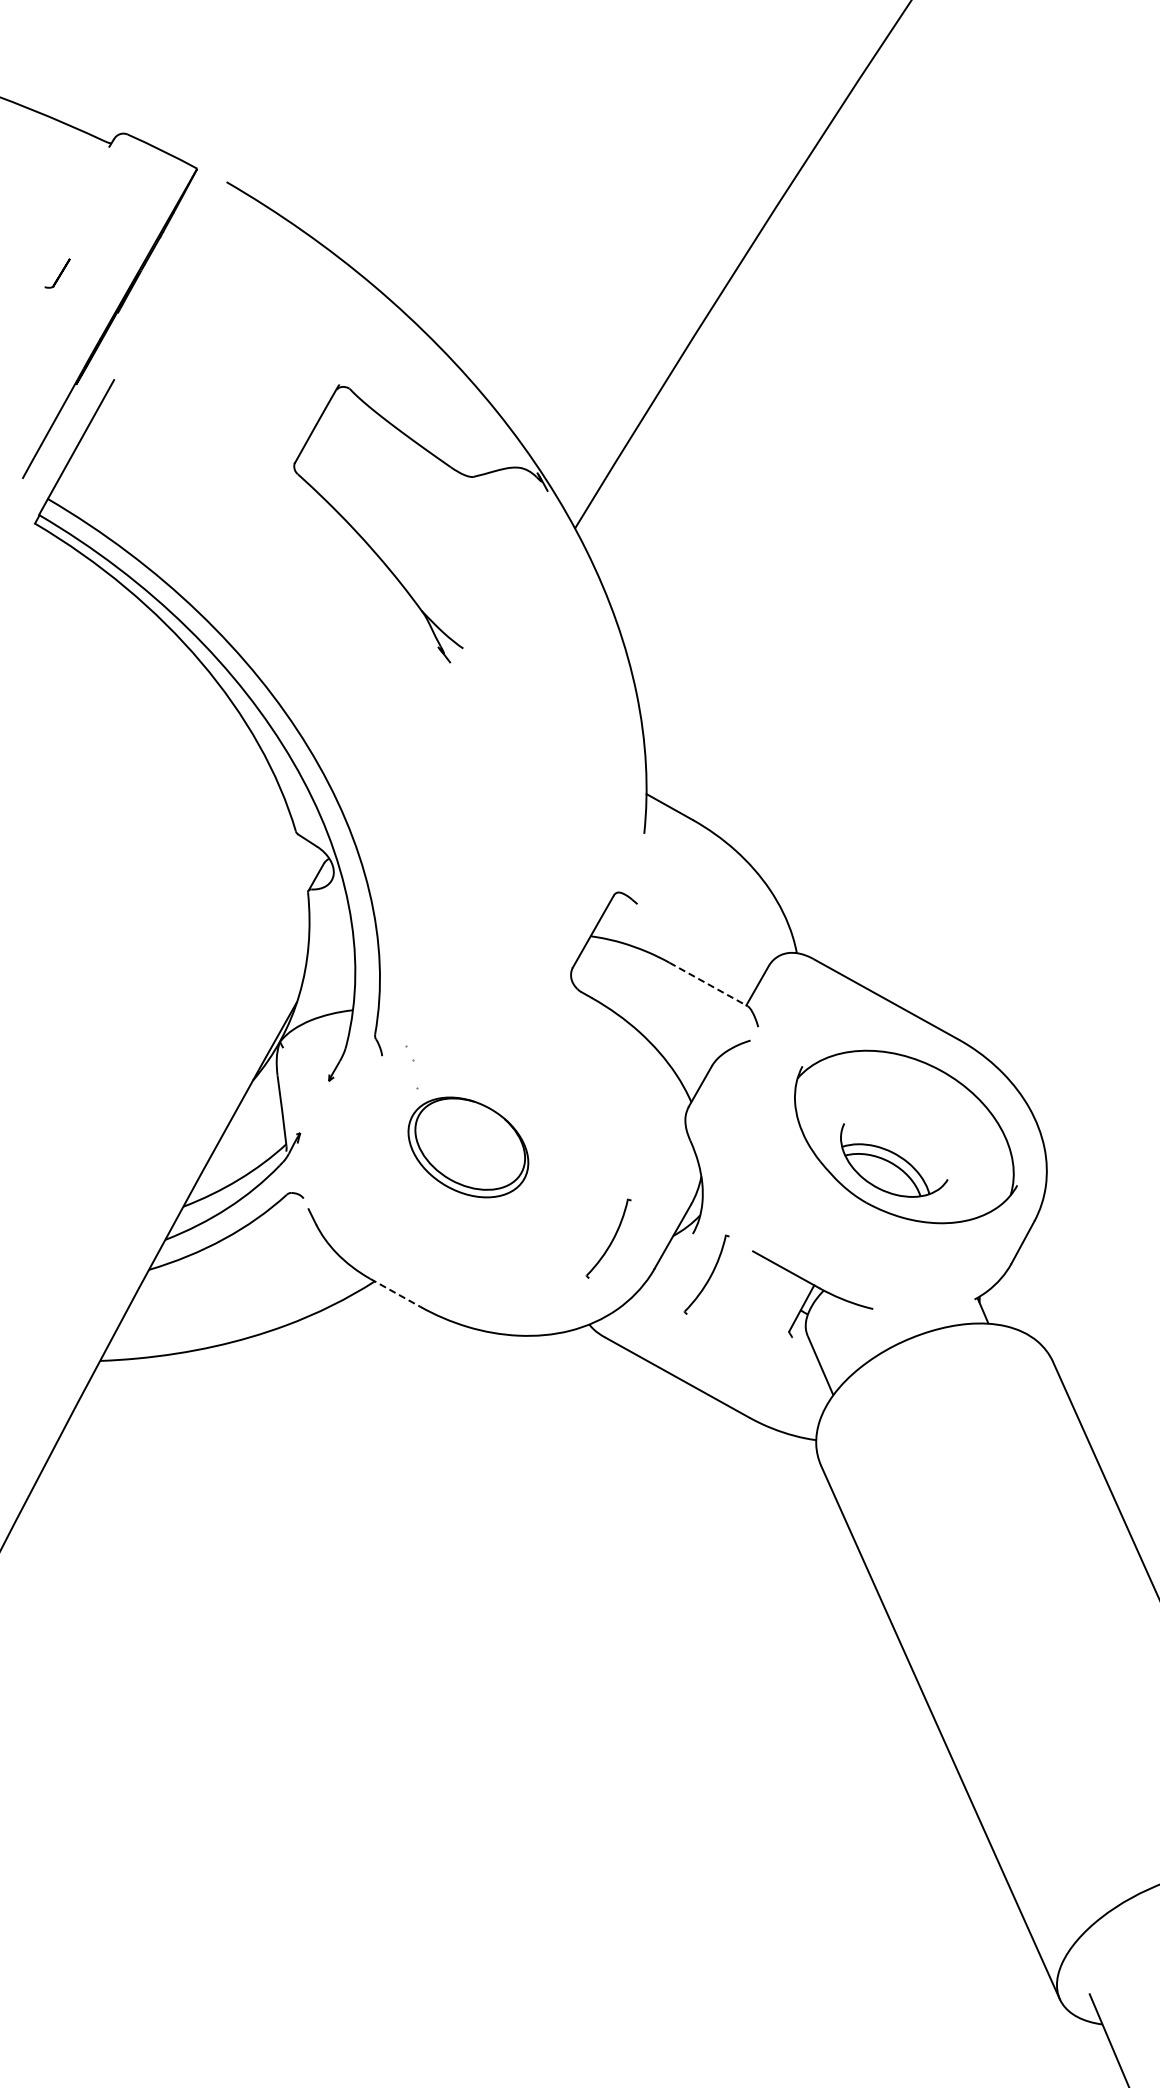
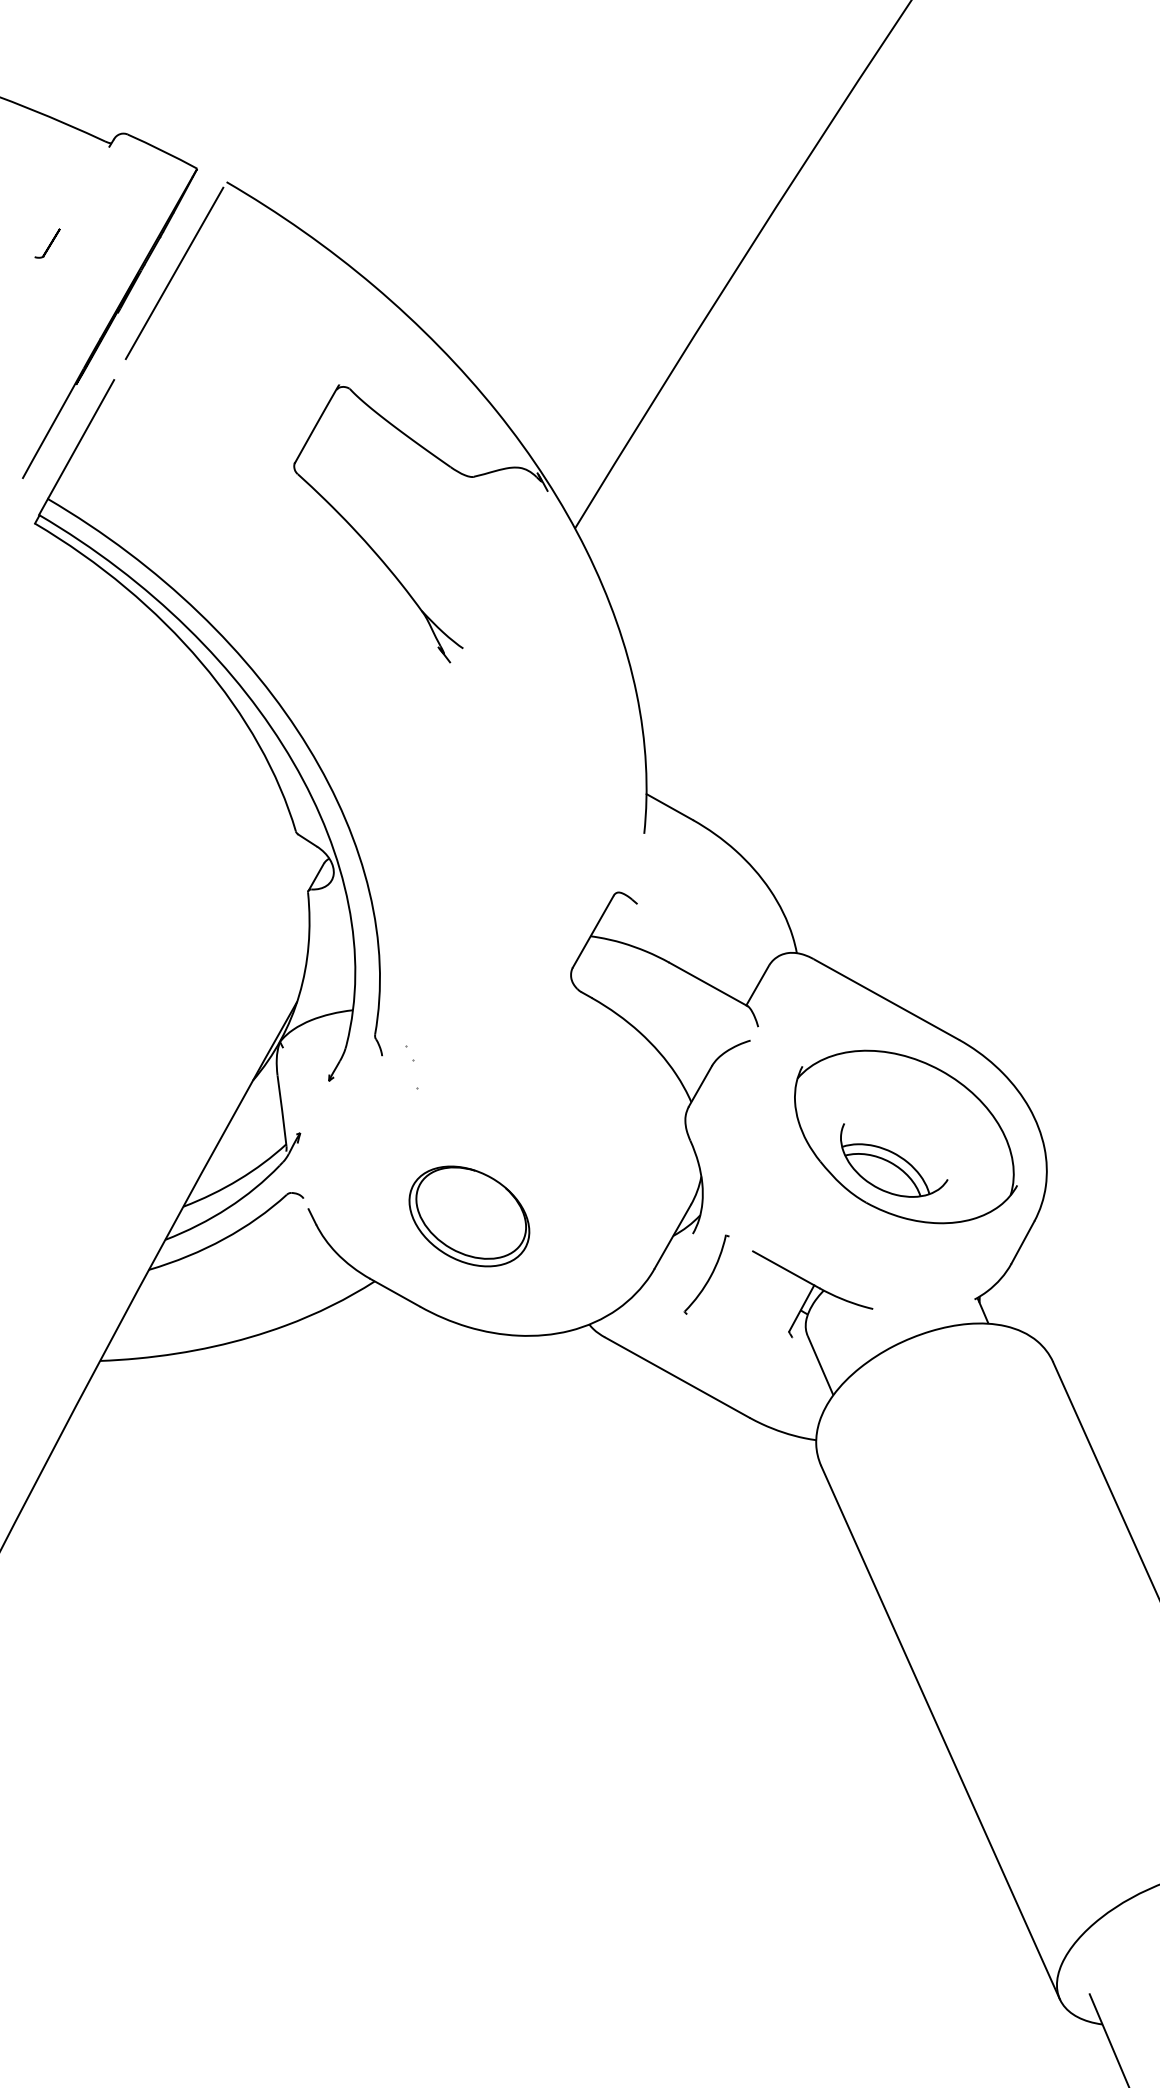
part at (57, 273) position: (57, 273) -> (47, 243)
line at (174, 273): none -> present
line at (708, 984): dashed -> solid
part at (468, 1147) position: (468, 1147) -> (469, 1216)
part at (608, 1238): present -> none
line at (395, 1292): dashed -> solid
